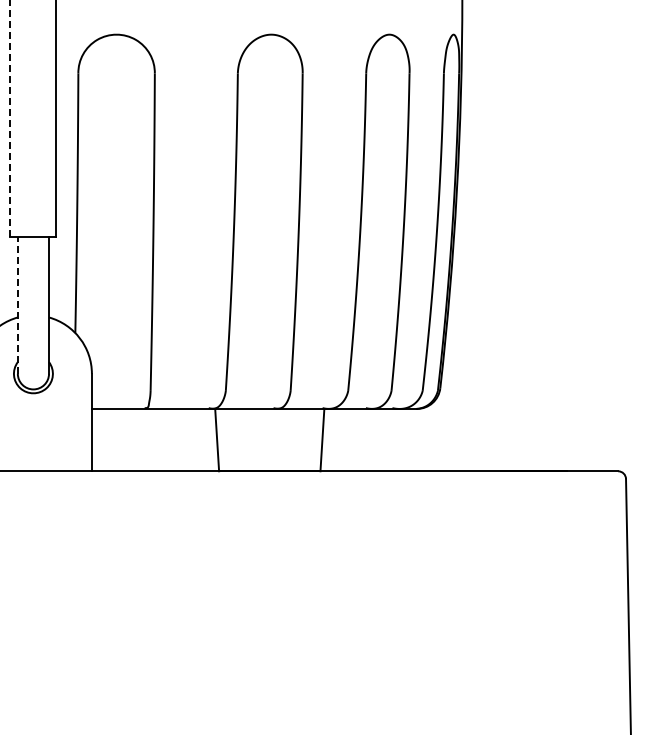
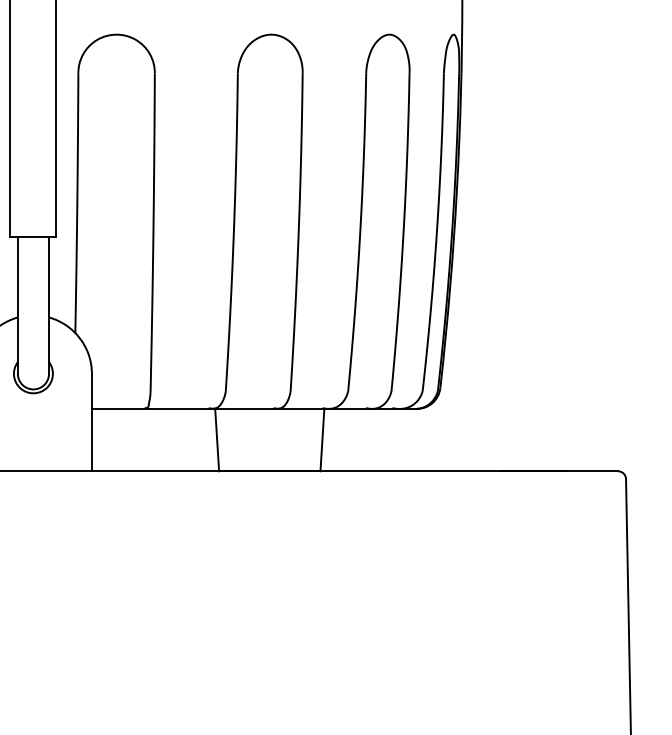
line at (10, 118): dashed -> solid
line at (17, 305): dashed -> solid
